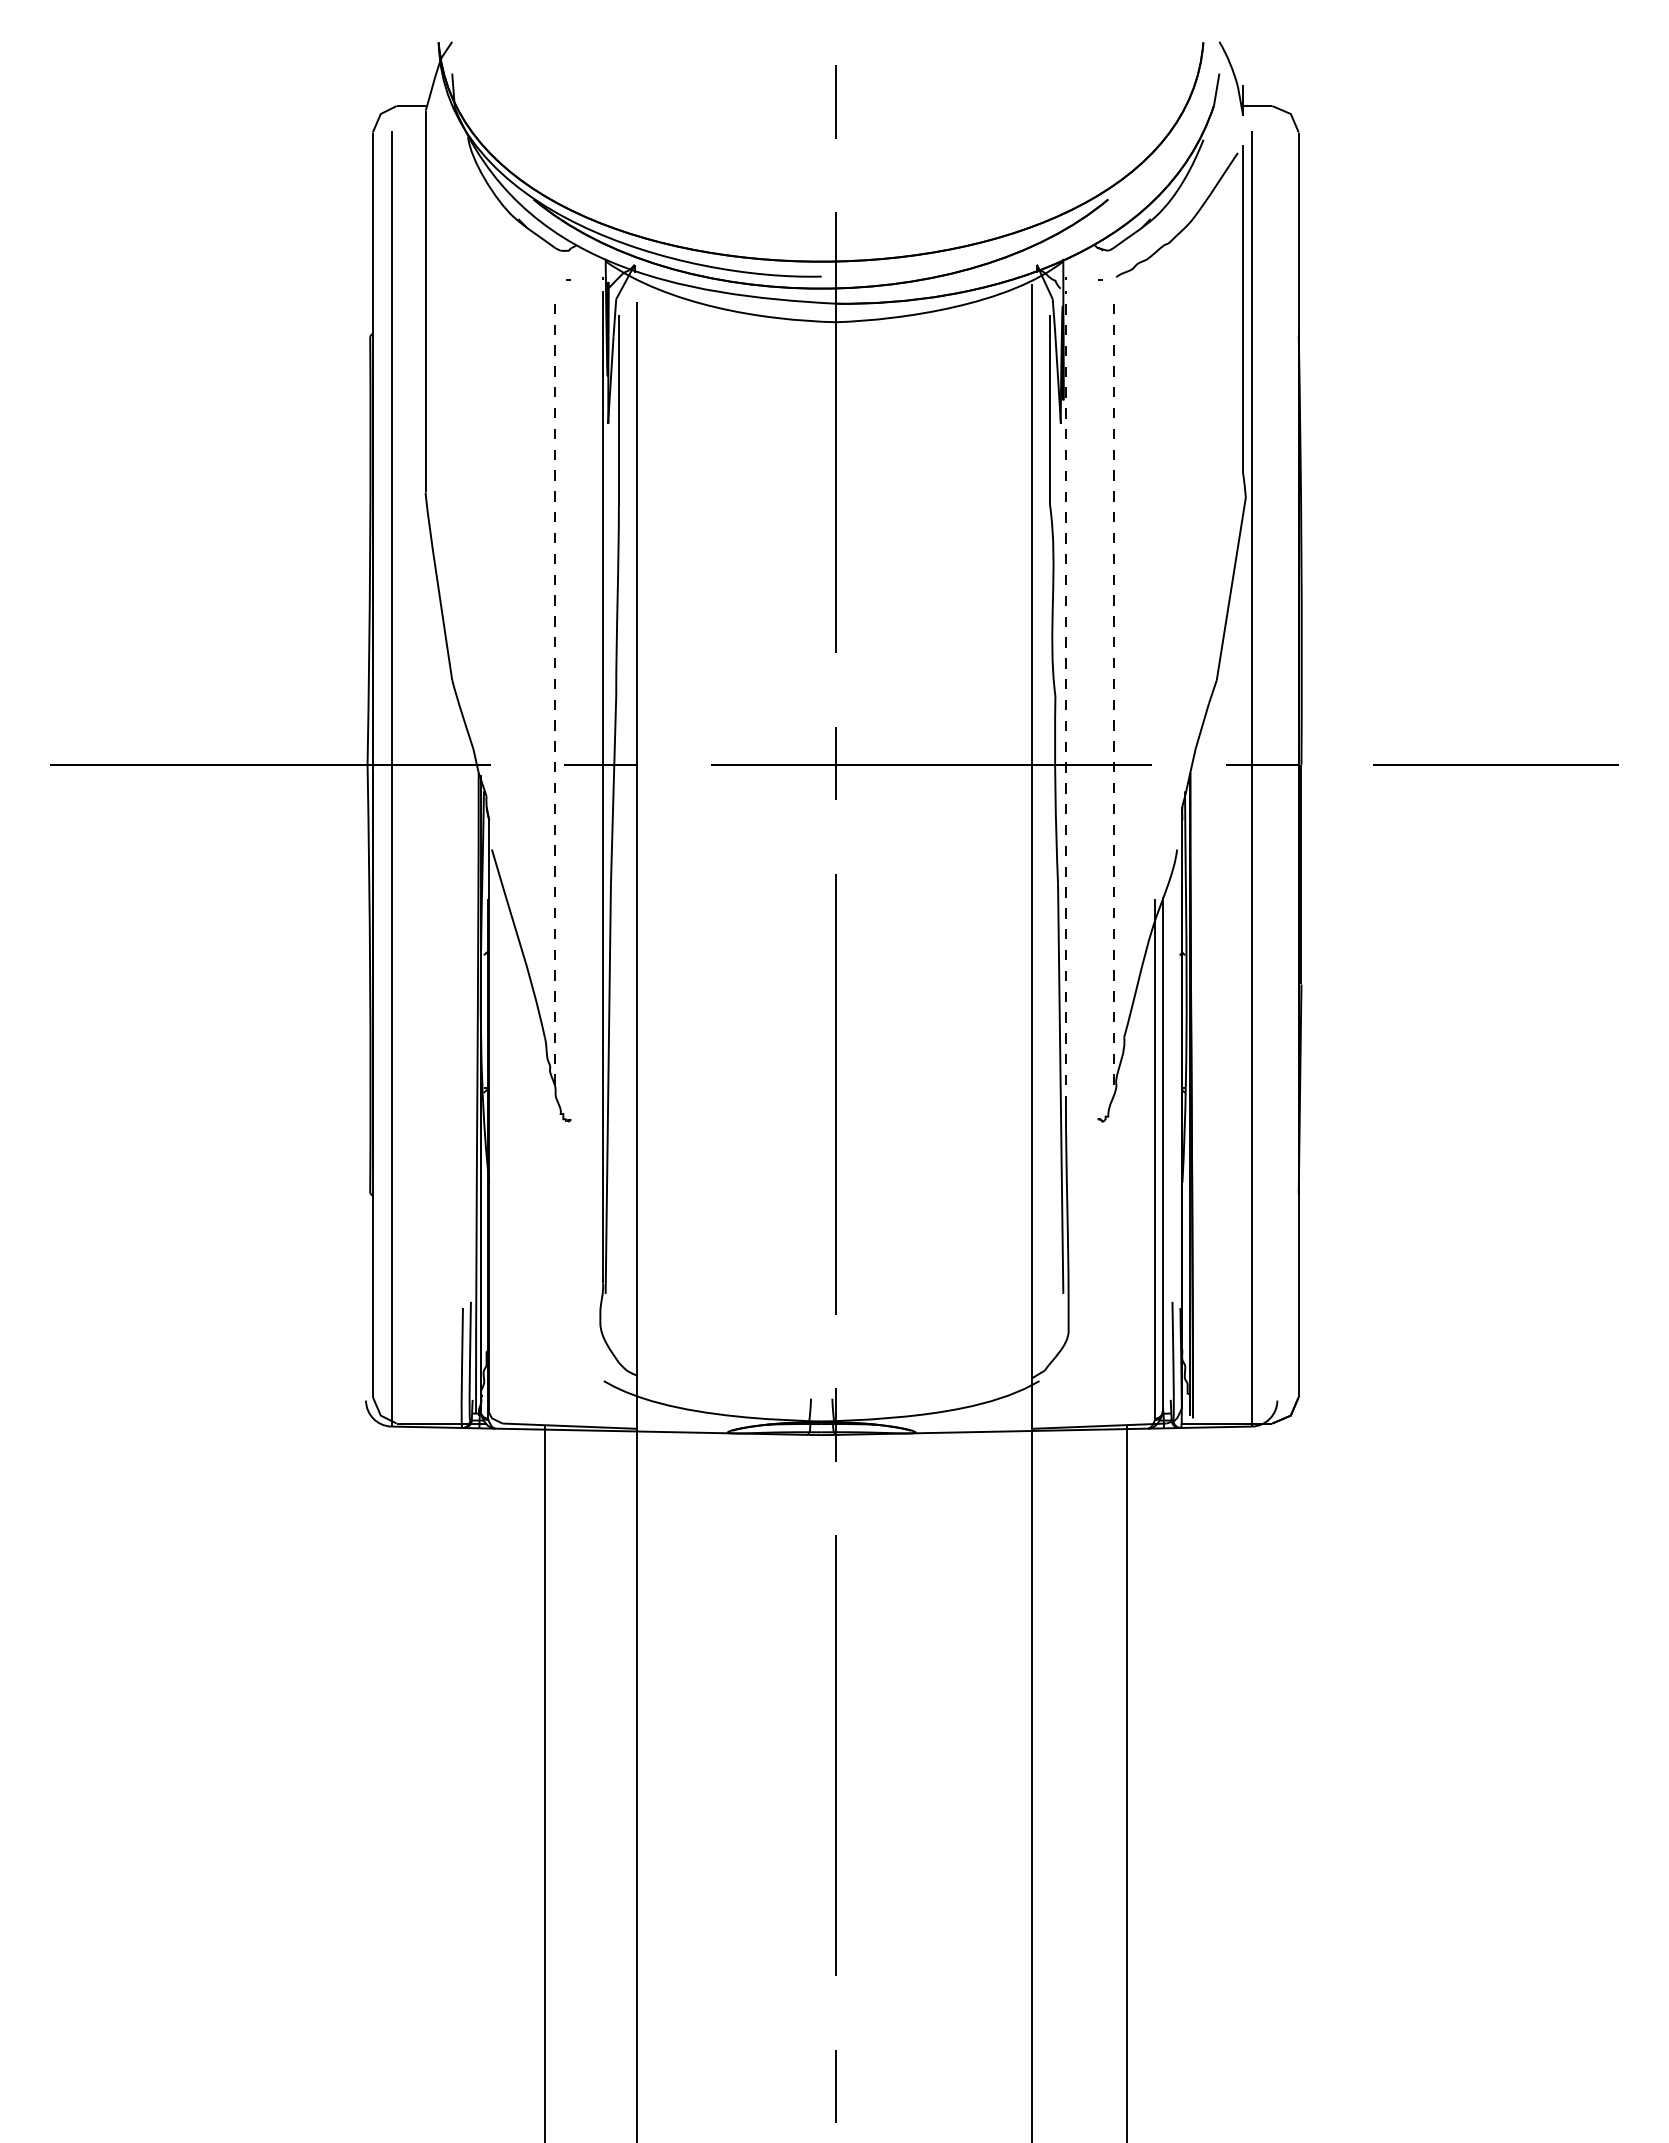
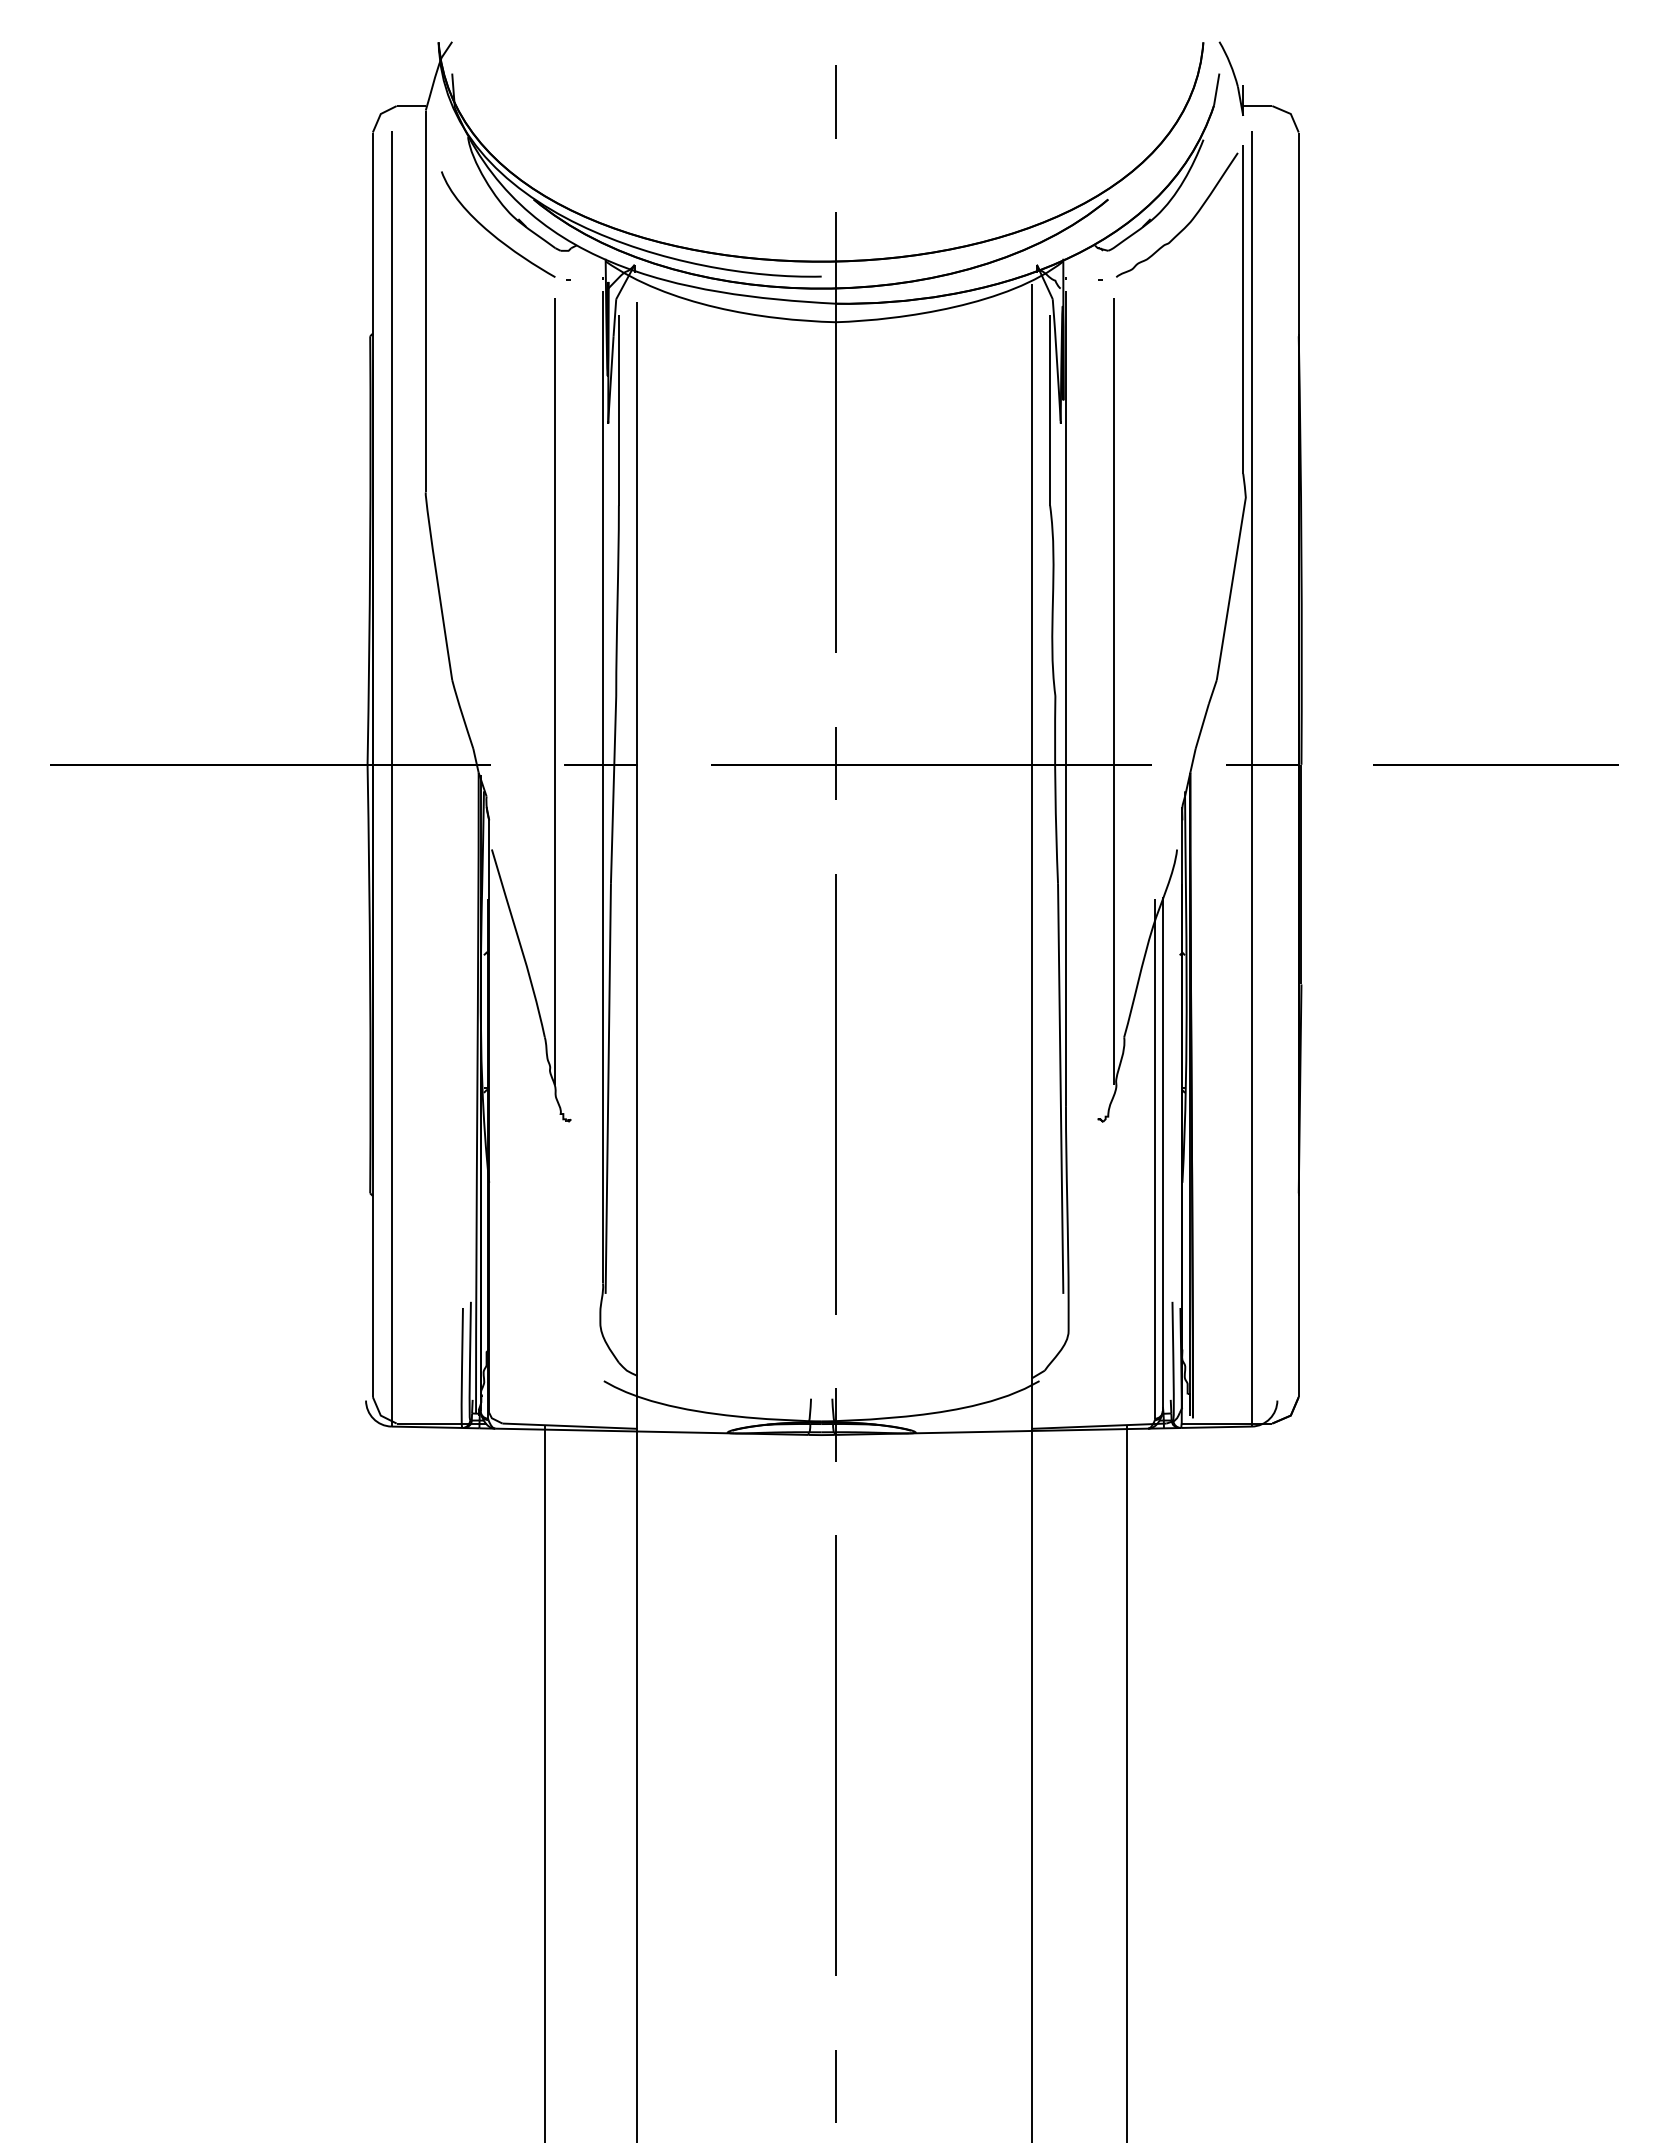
curve at (490, 231): none -> present
line at (555, 691): dashed -> solid
line at (1113, 691): dashed -> solid
line at (1065, 698): dashed -> solid
